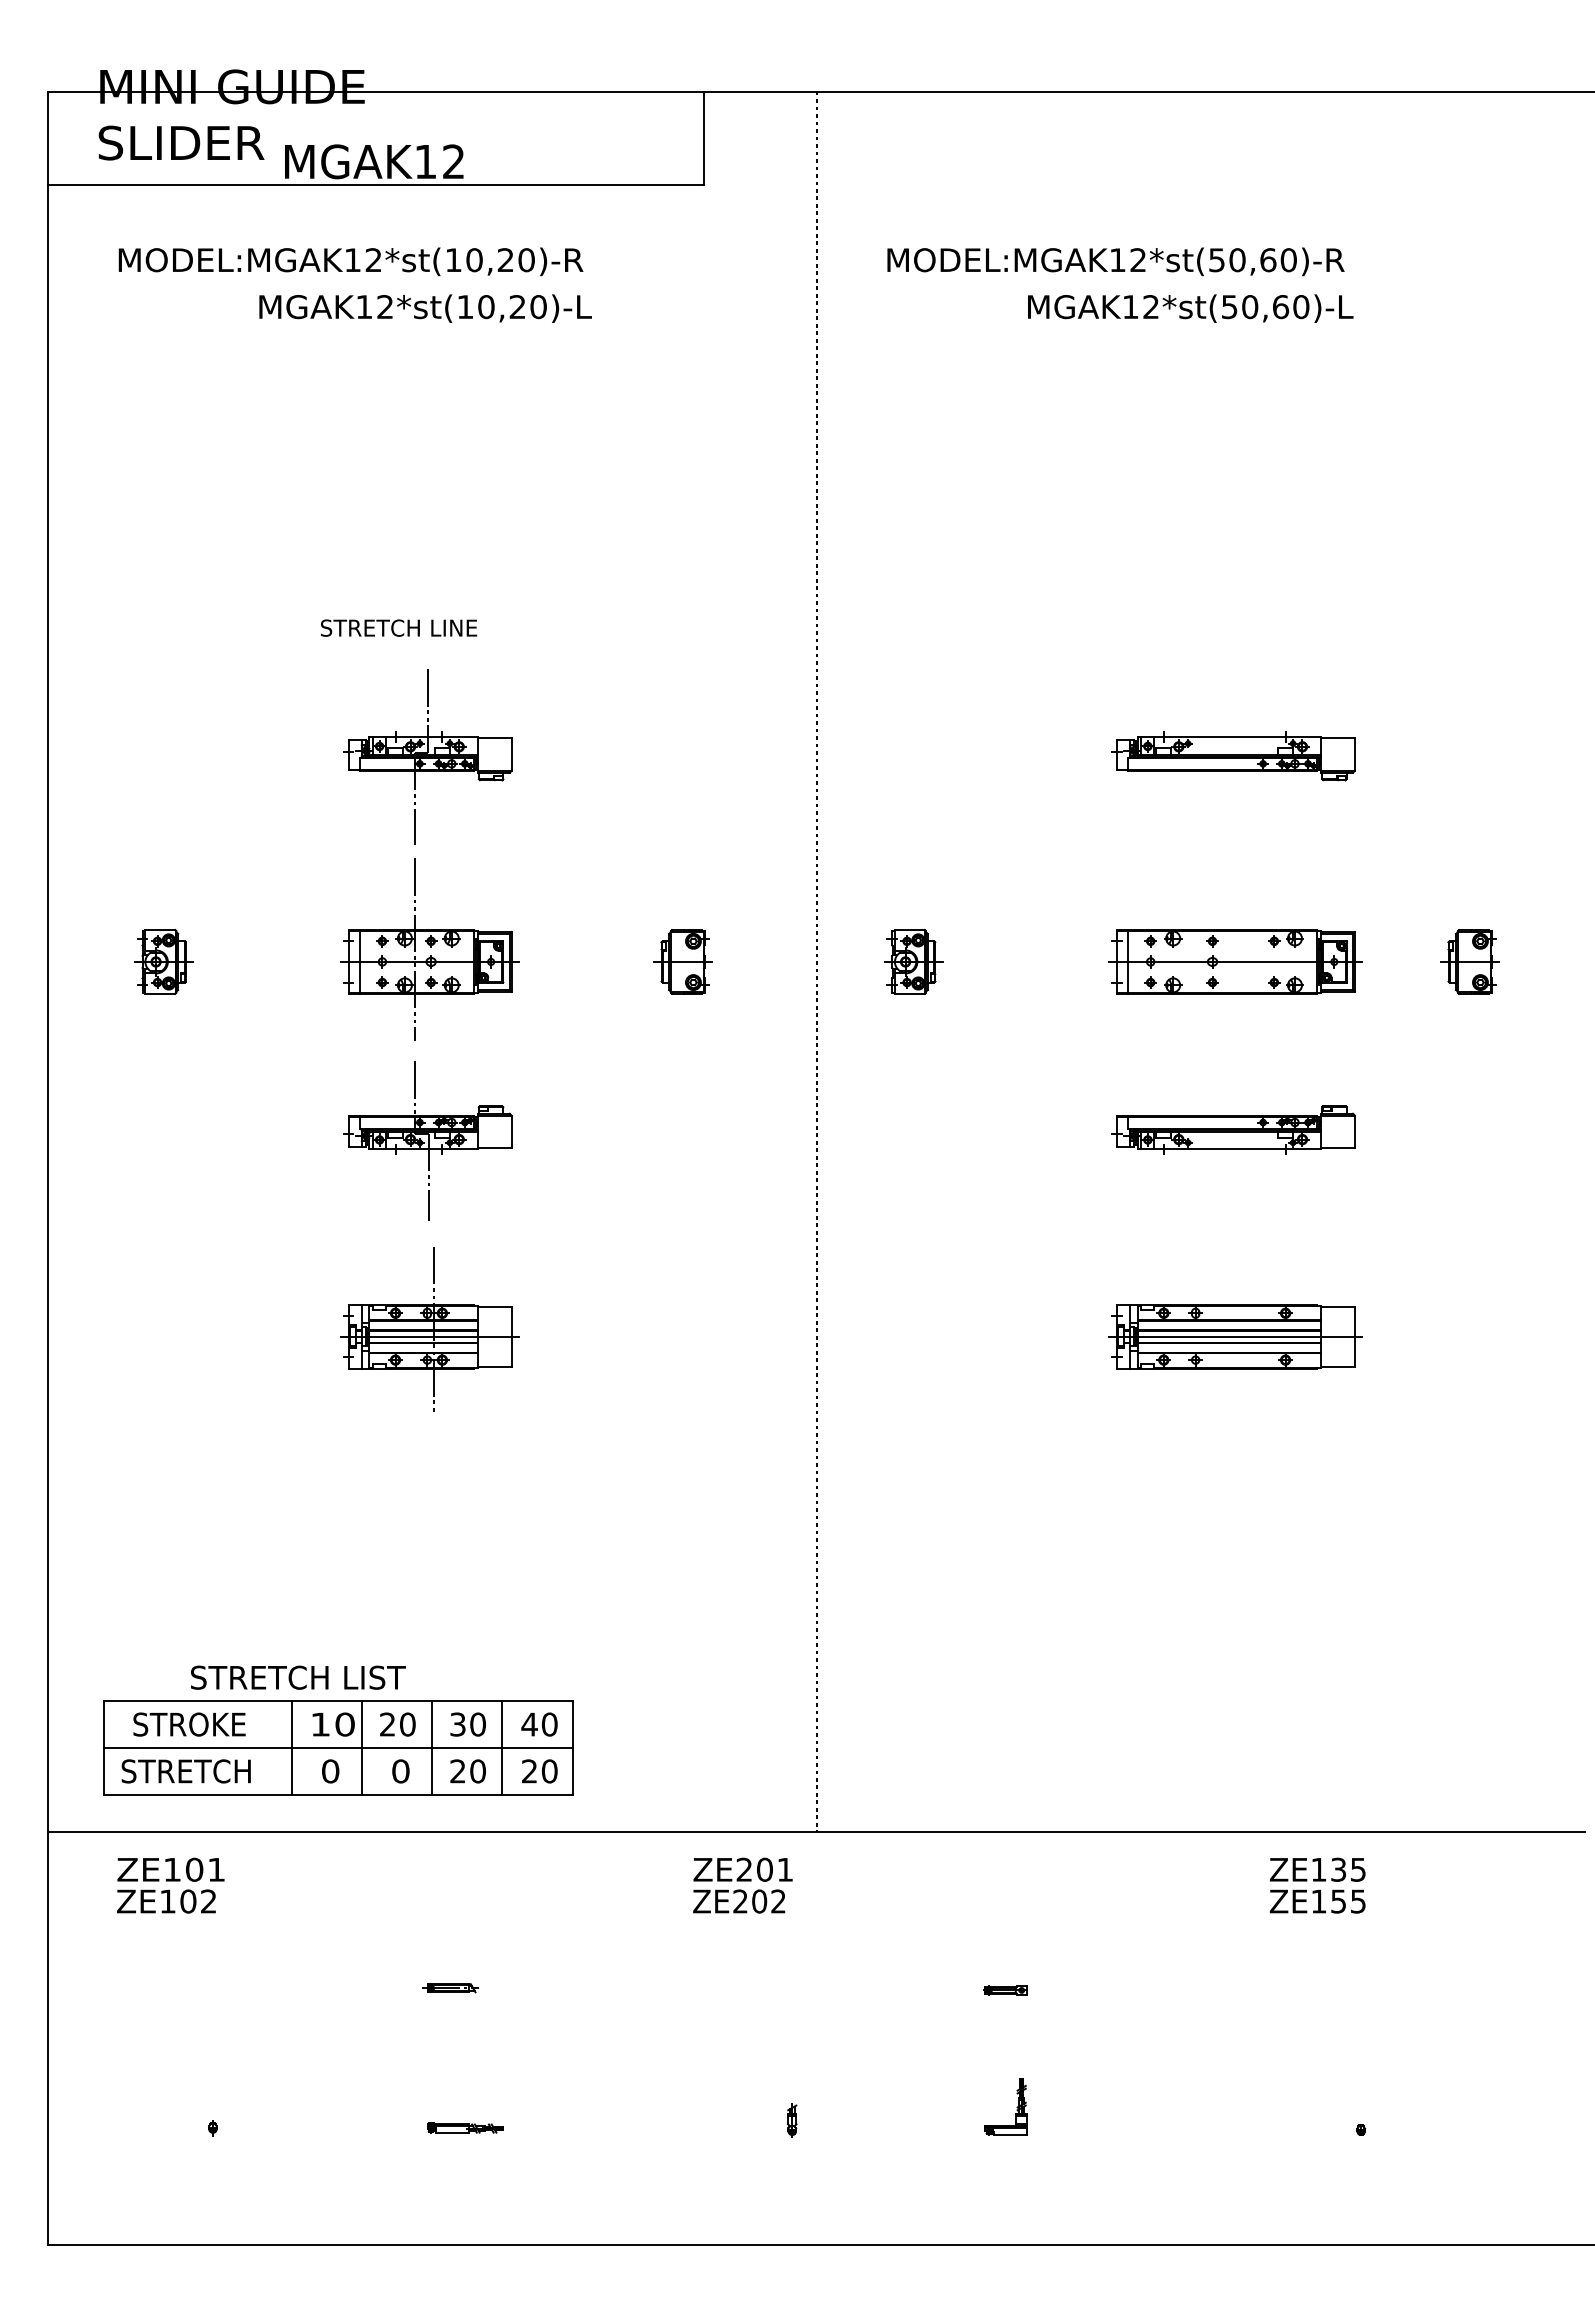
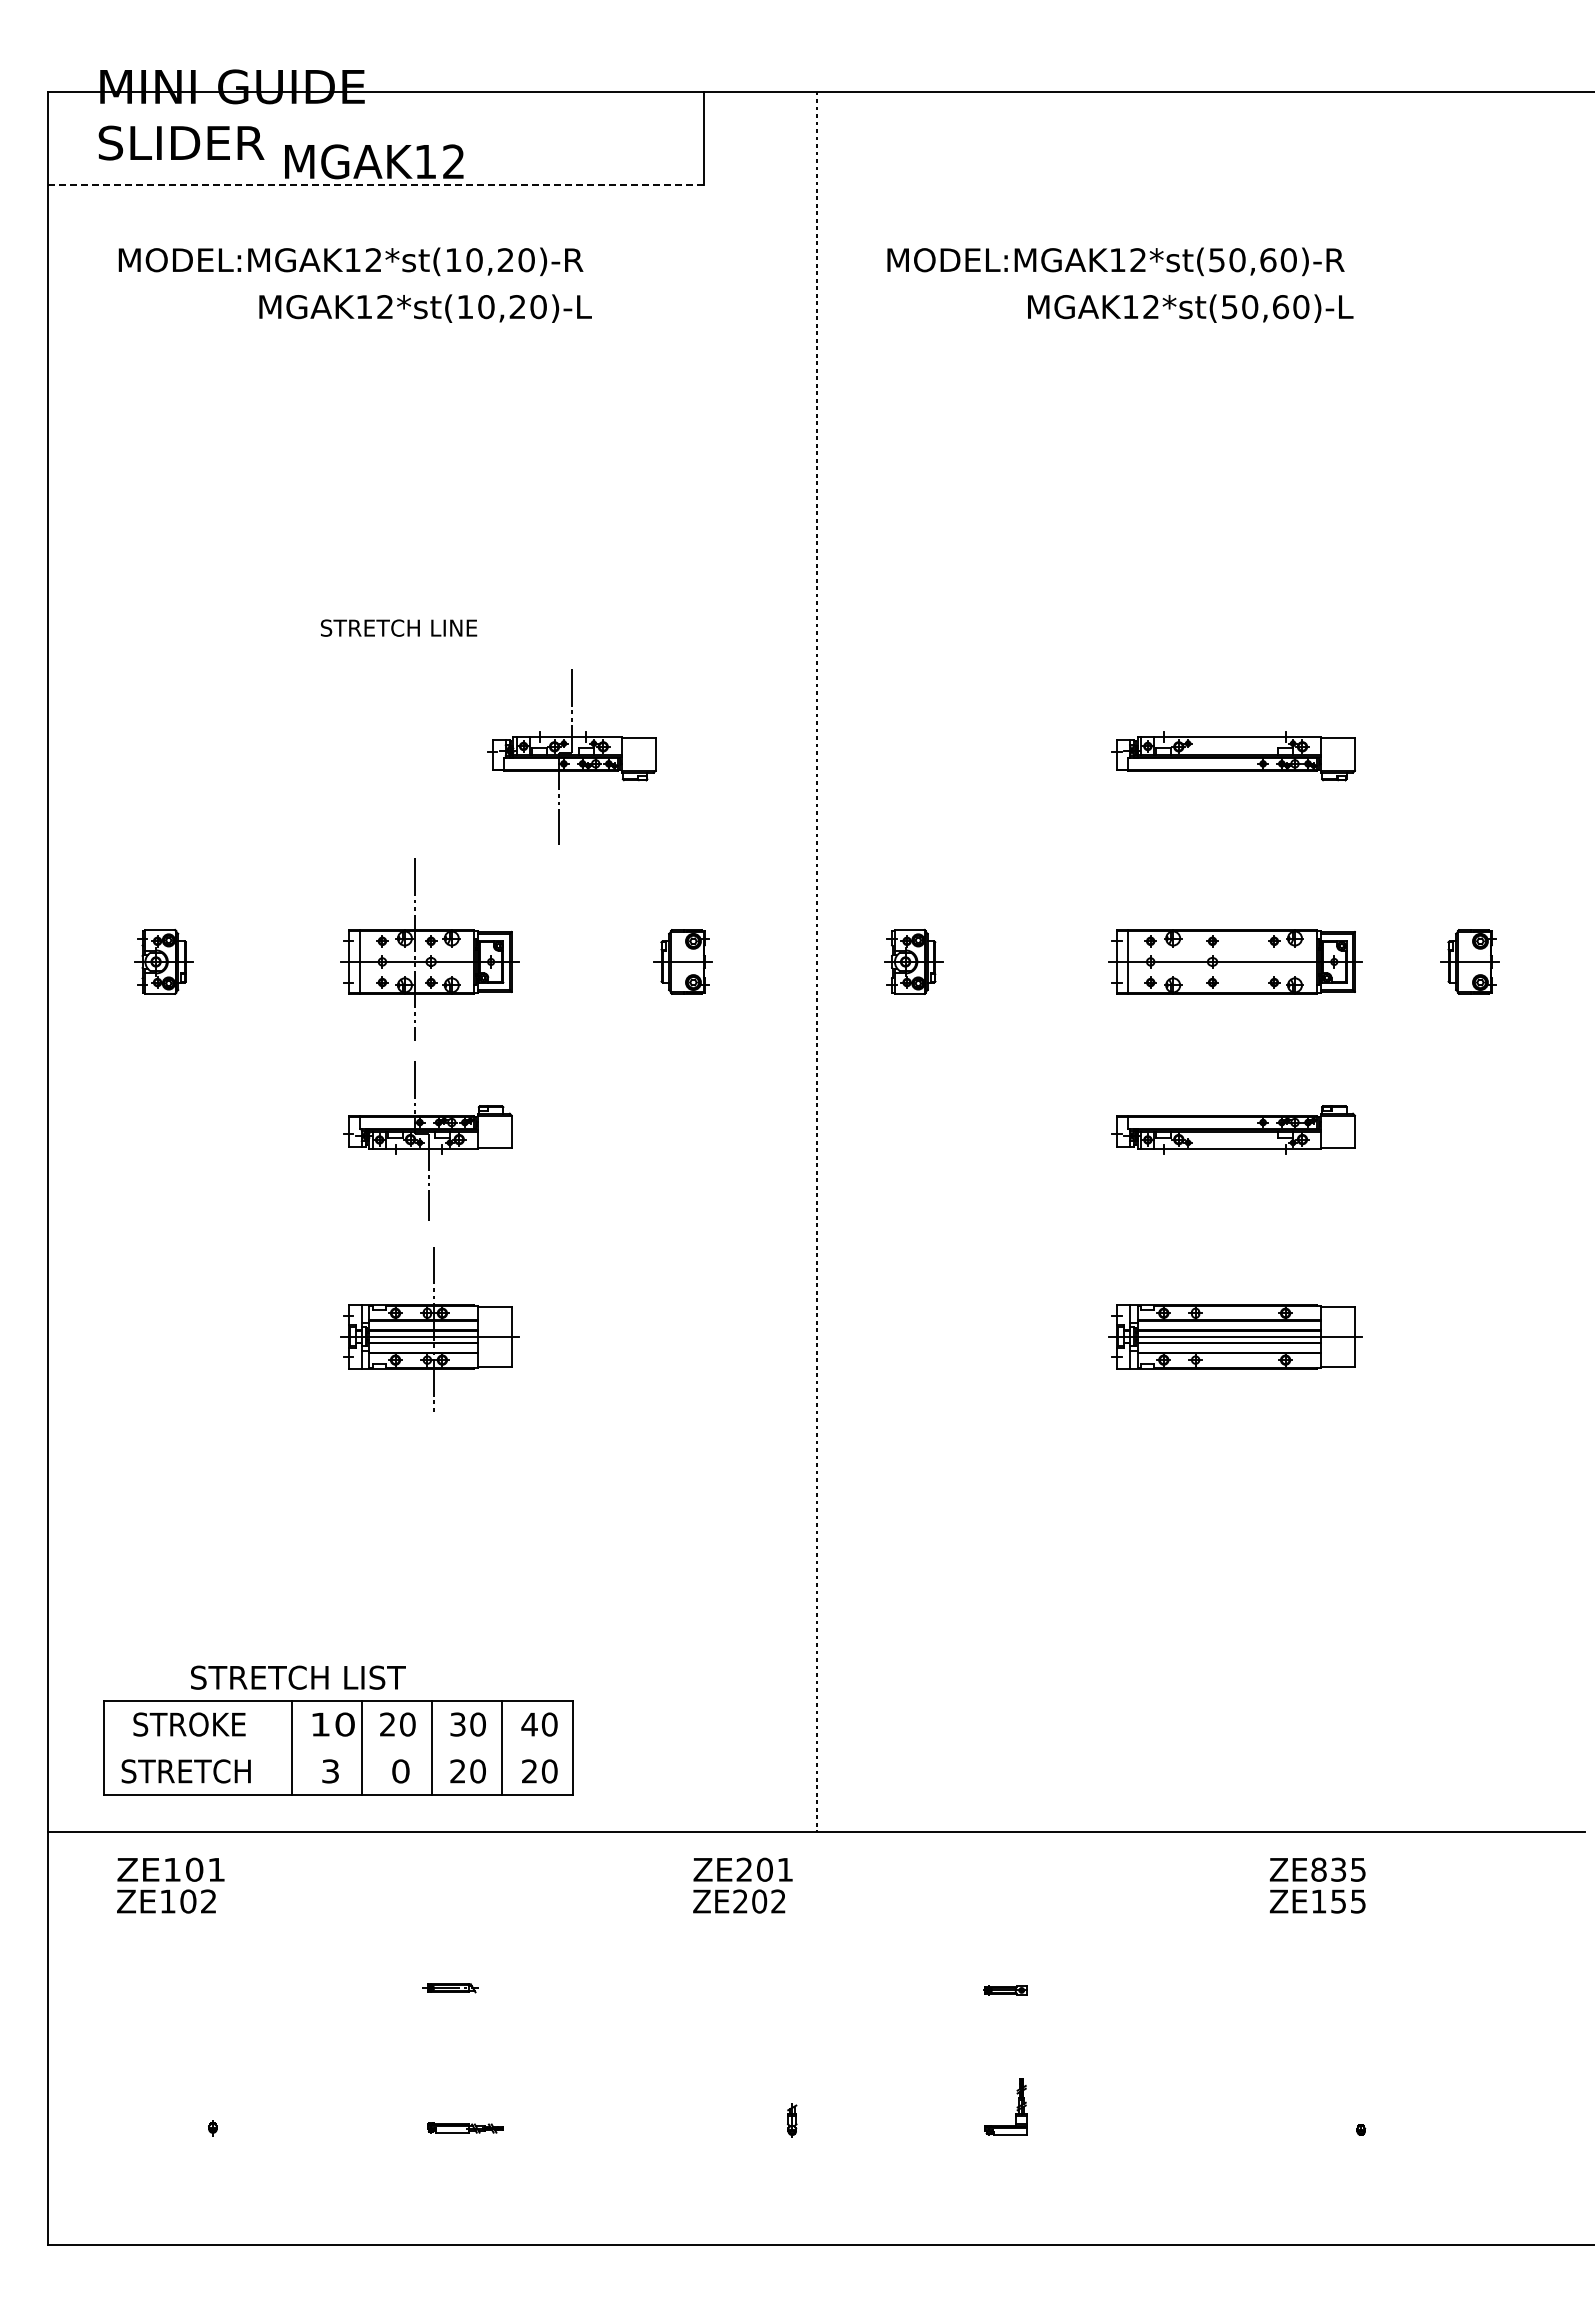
line at (375, 185): solid -> dashed
part at (427, 756) position: (427, 756) -> (571, 756)
line at (338, 1748): present -> none
text at (330, 1771): 0 -> 3
text at (1318, 1869): ZE135 -> ZE835
